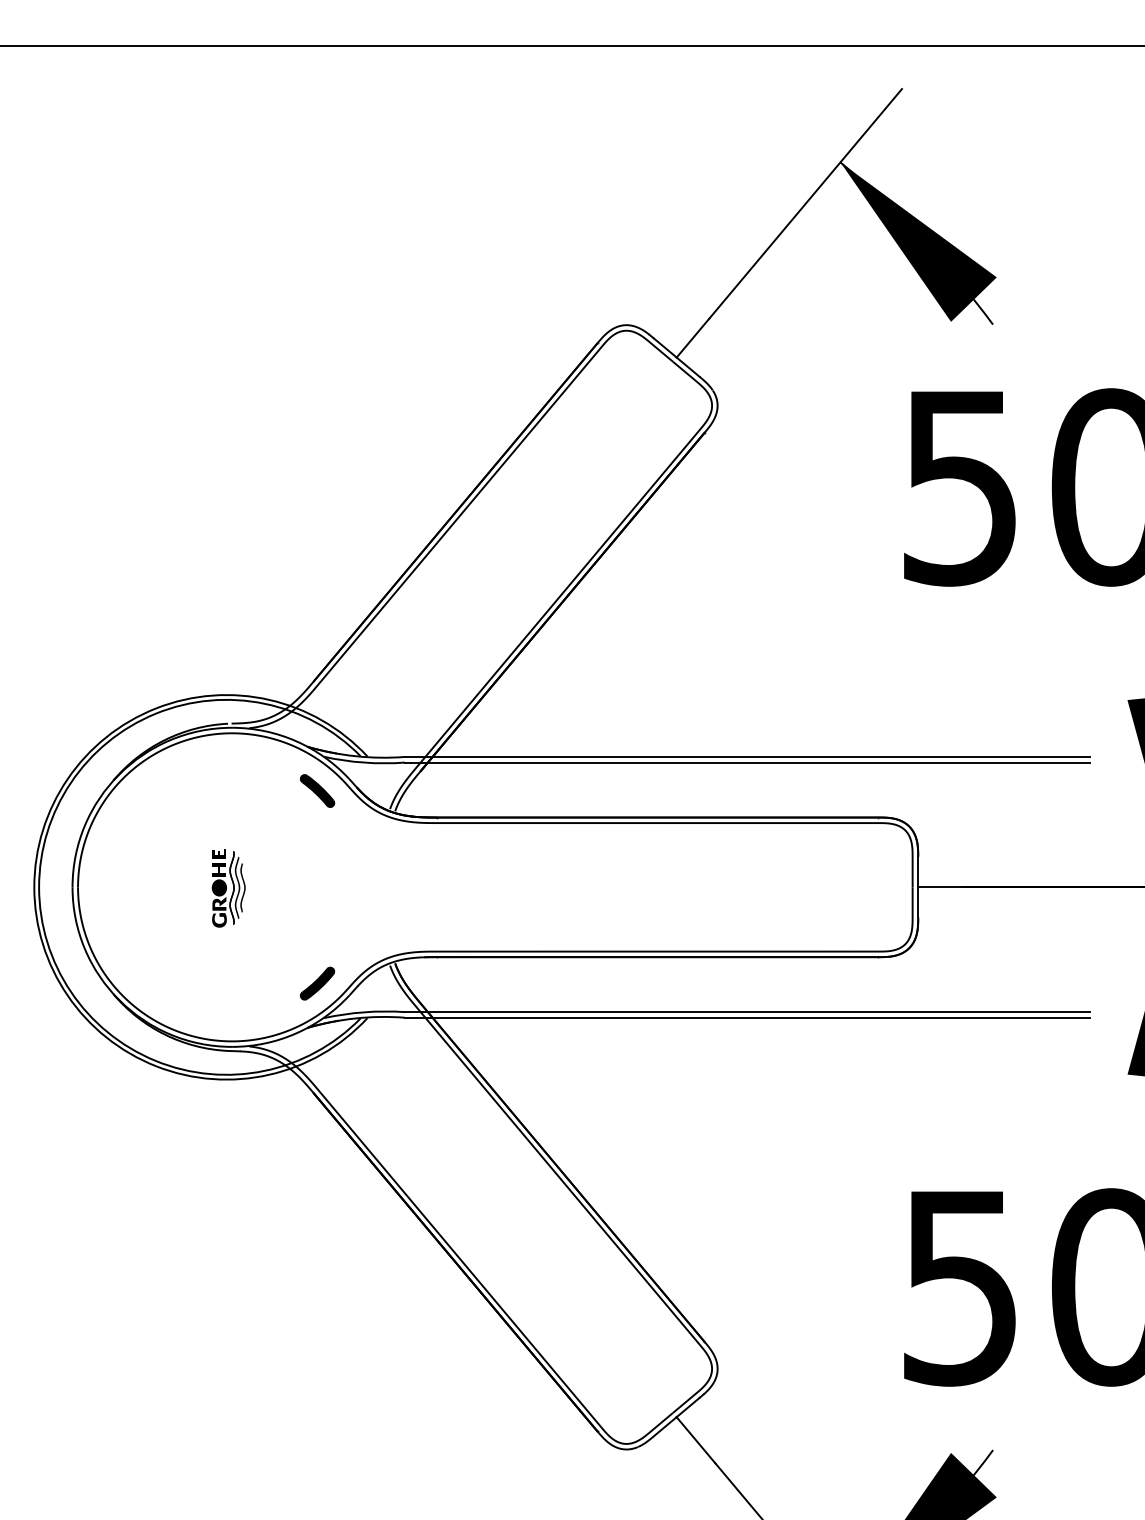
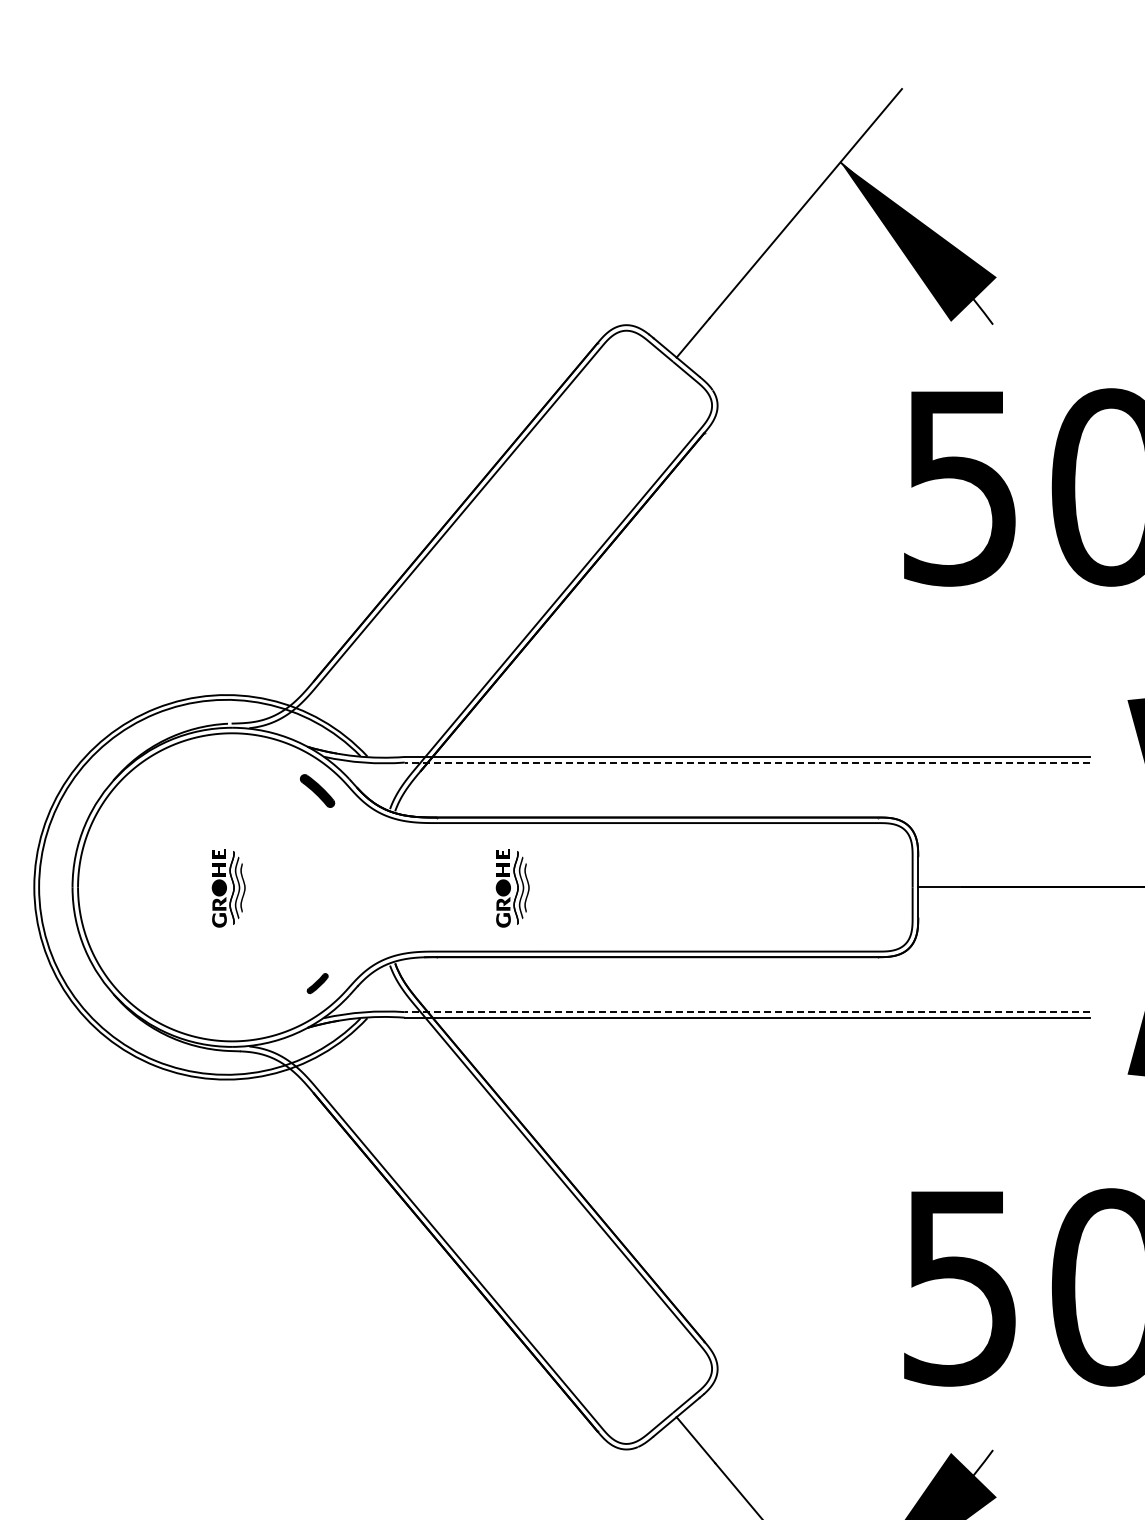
line at (571, 45): present -> none
line at (747, 762): solid -> dashed
part at (512, 888): none -> present
part at (317, 983) size: 36x35 px -> 23x22 px
line at (747, 1012): solid -> dashed
